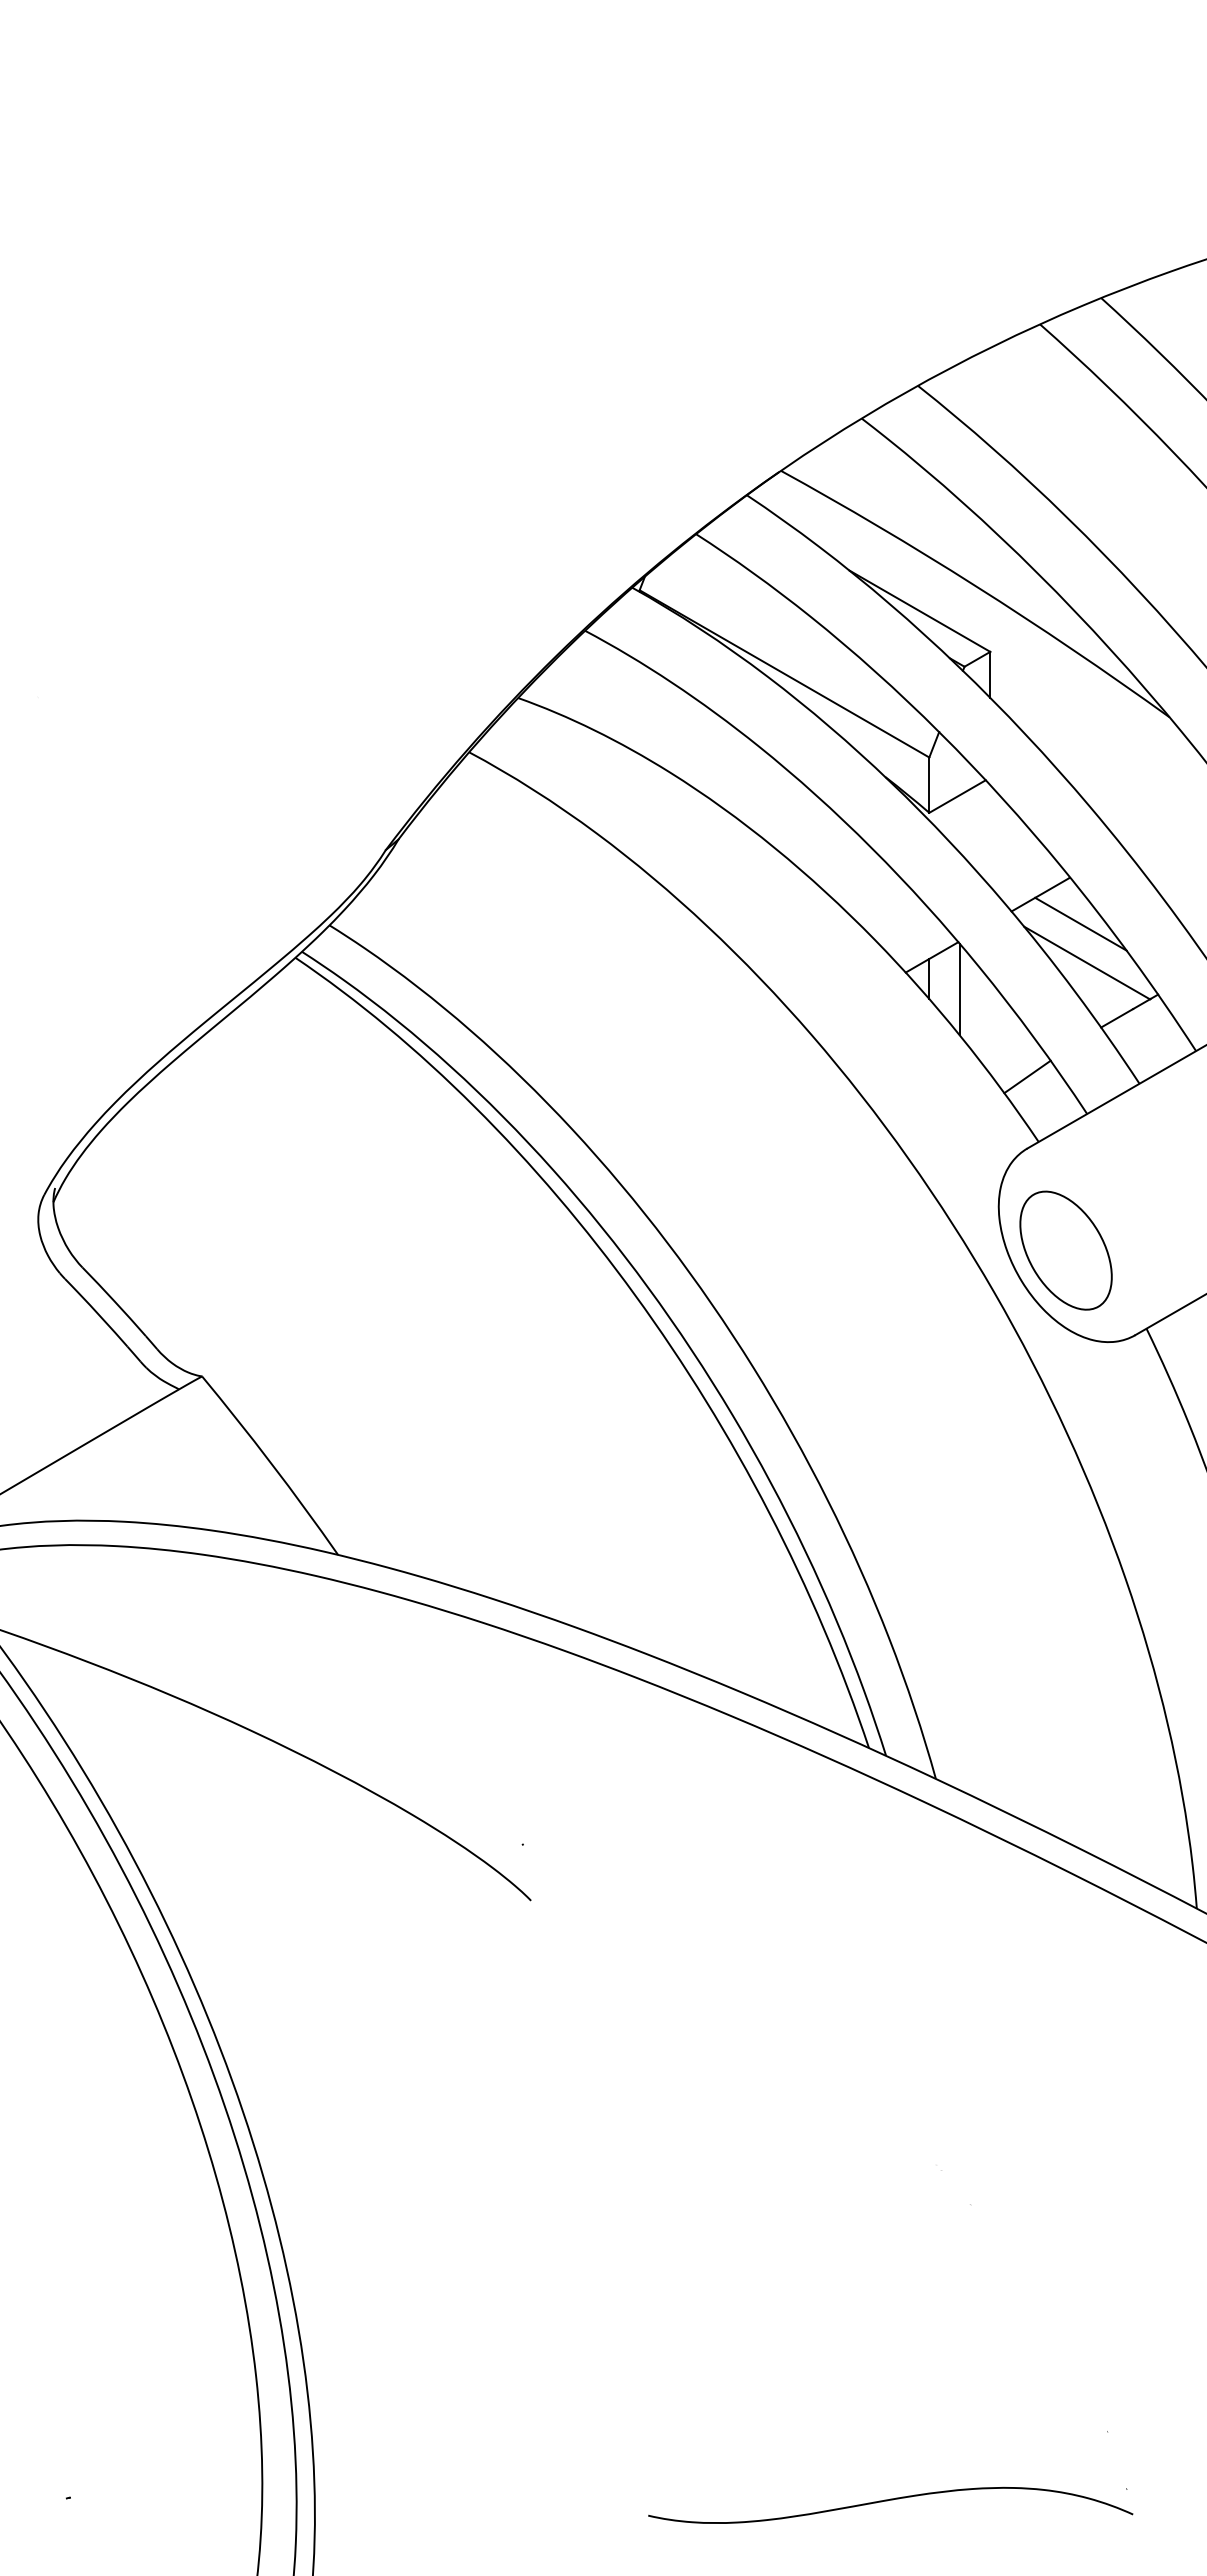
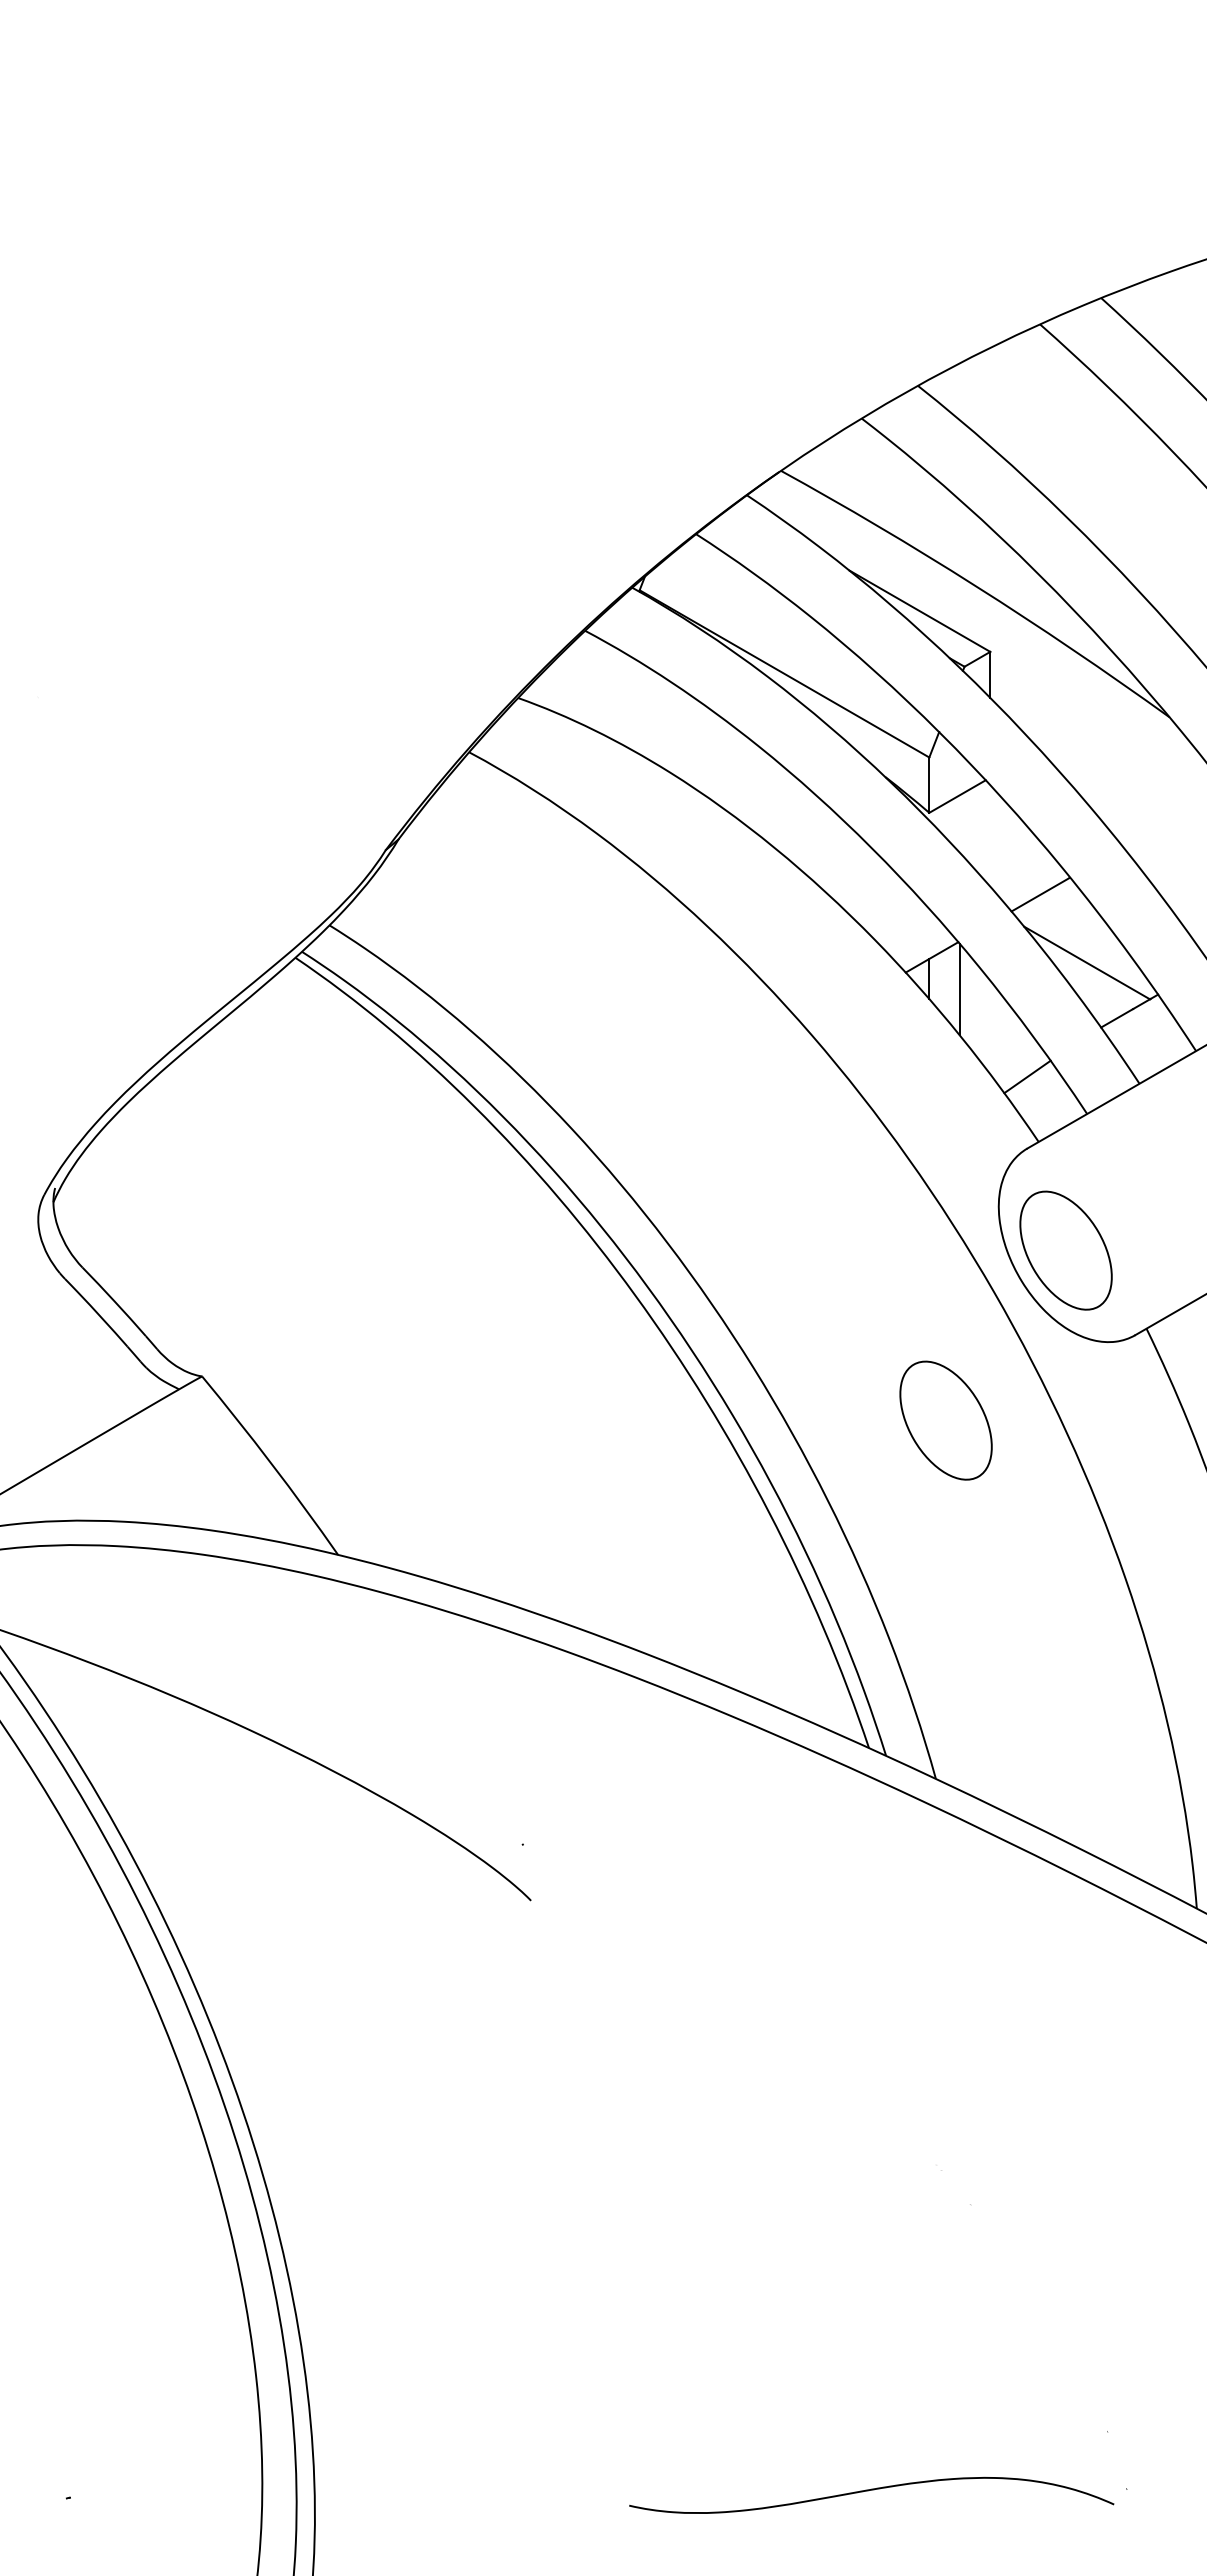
line at (1080, 923): present -> none
part at (945, 1420): none -> present
curve at (890, 2500) position: (890, 2500) -> (871, 2490)
